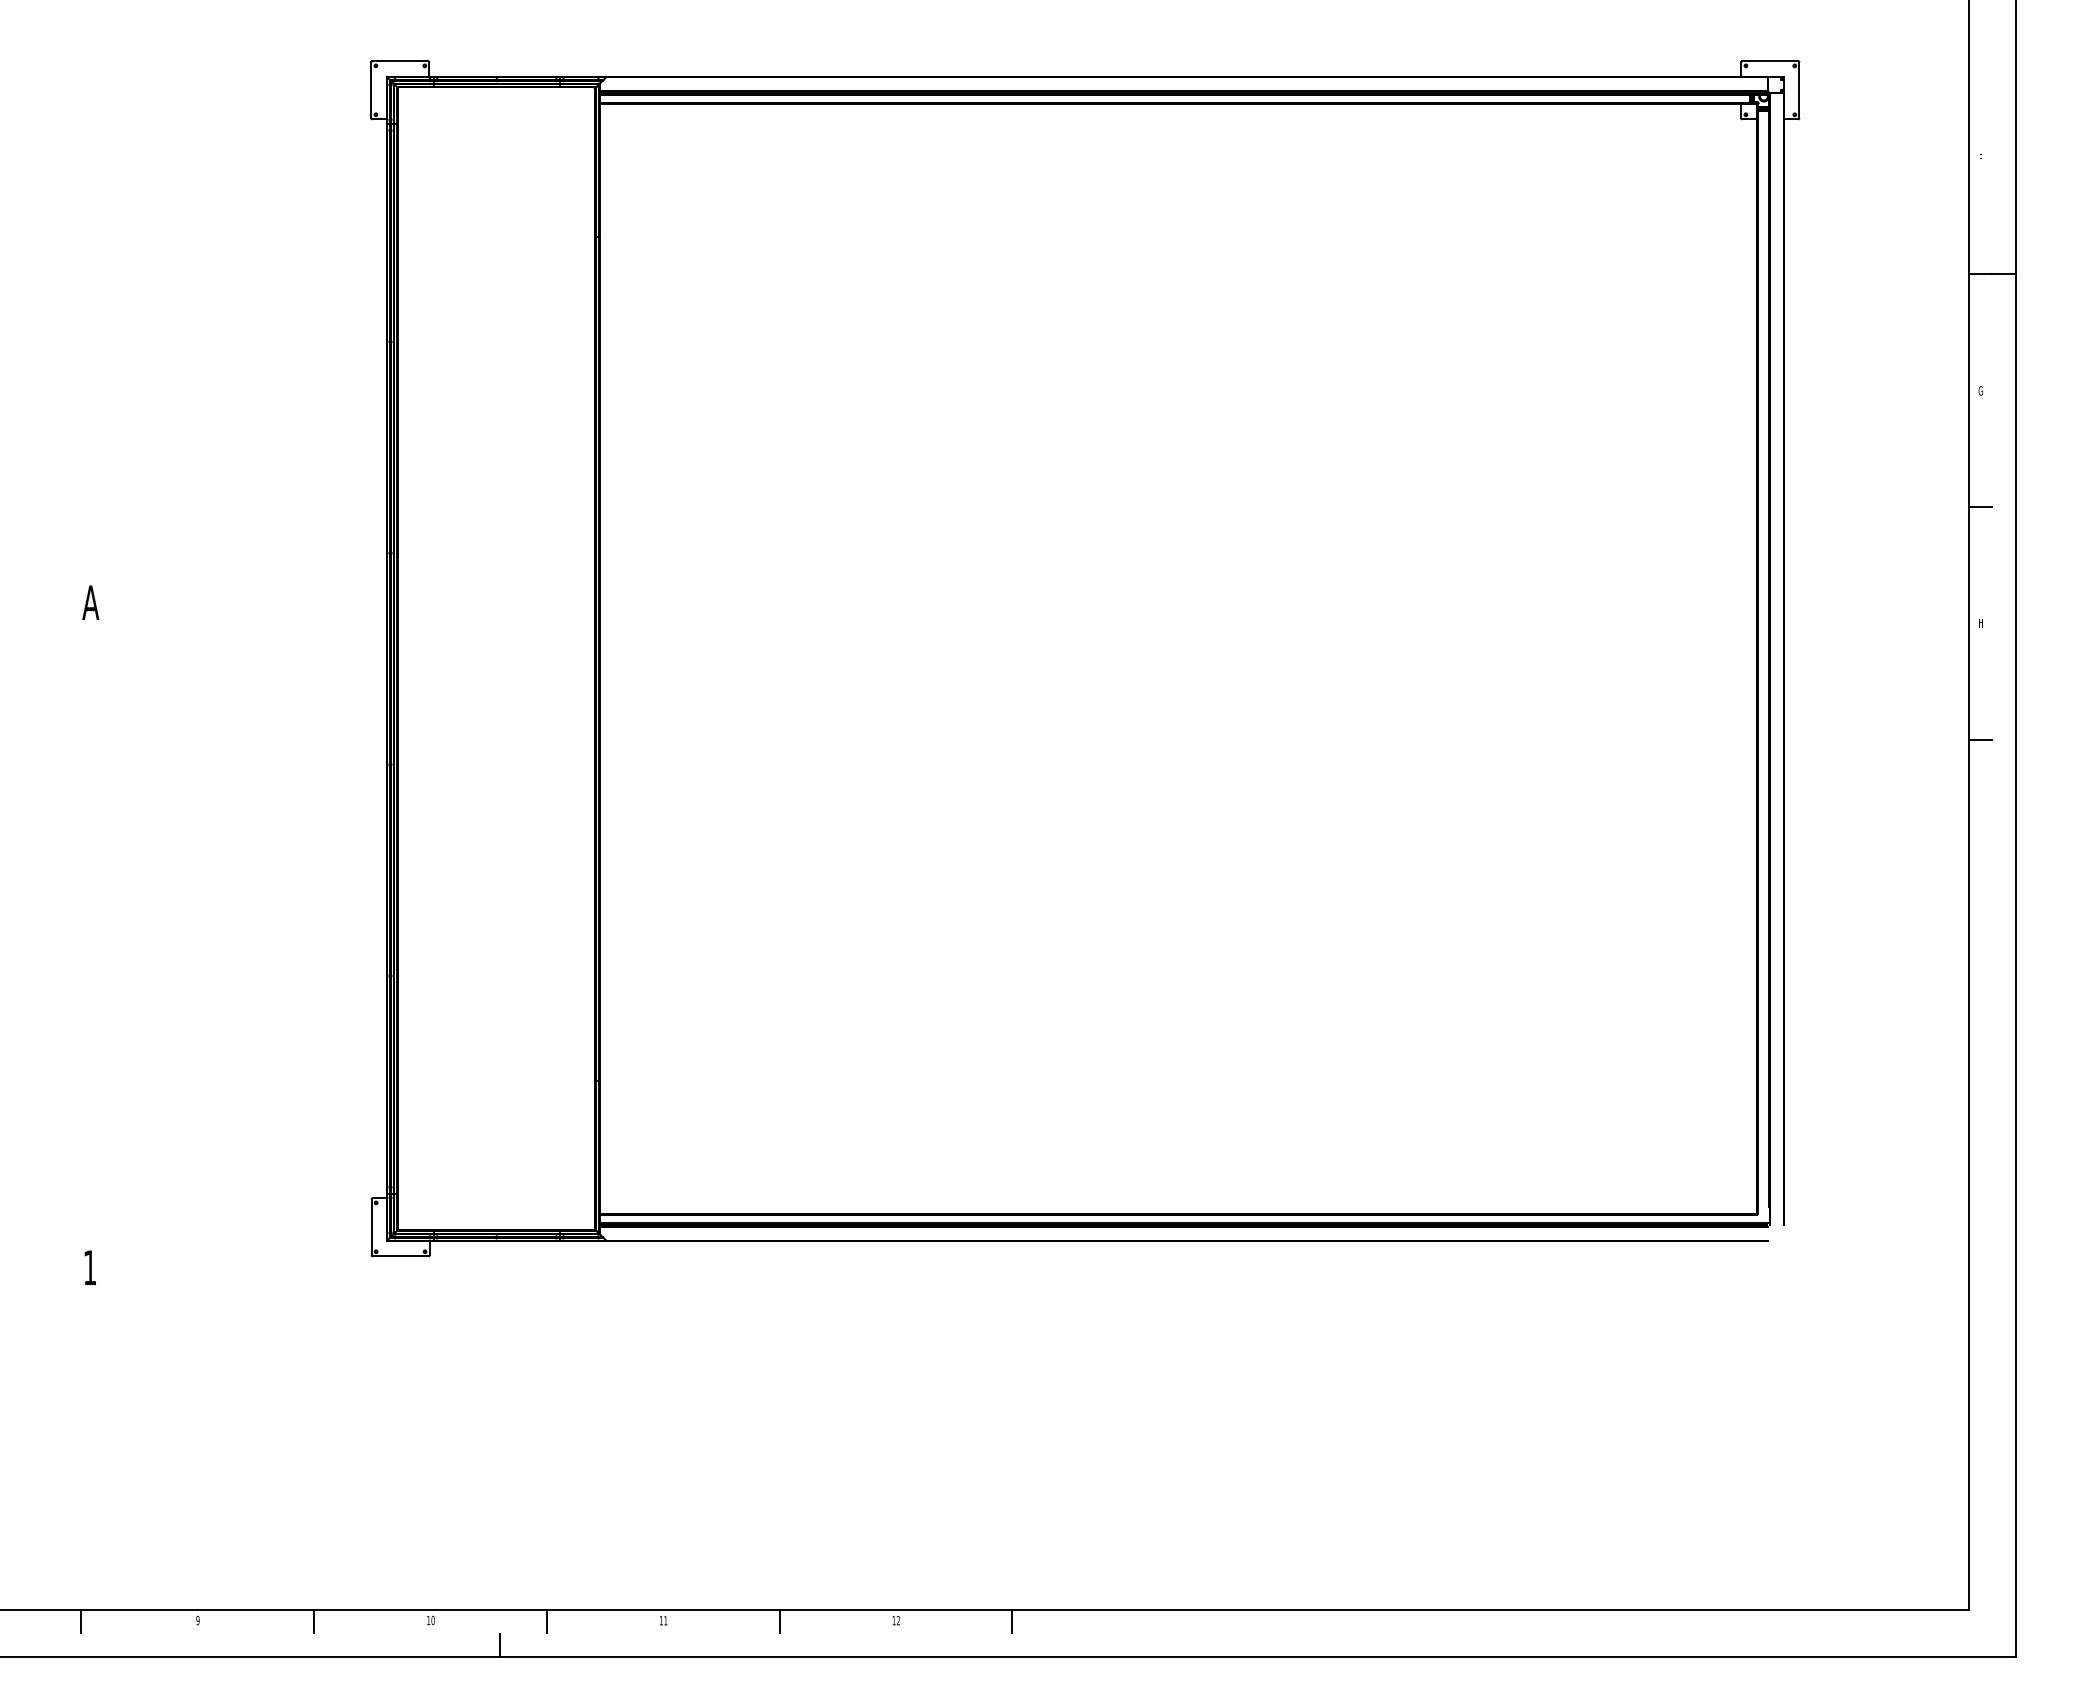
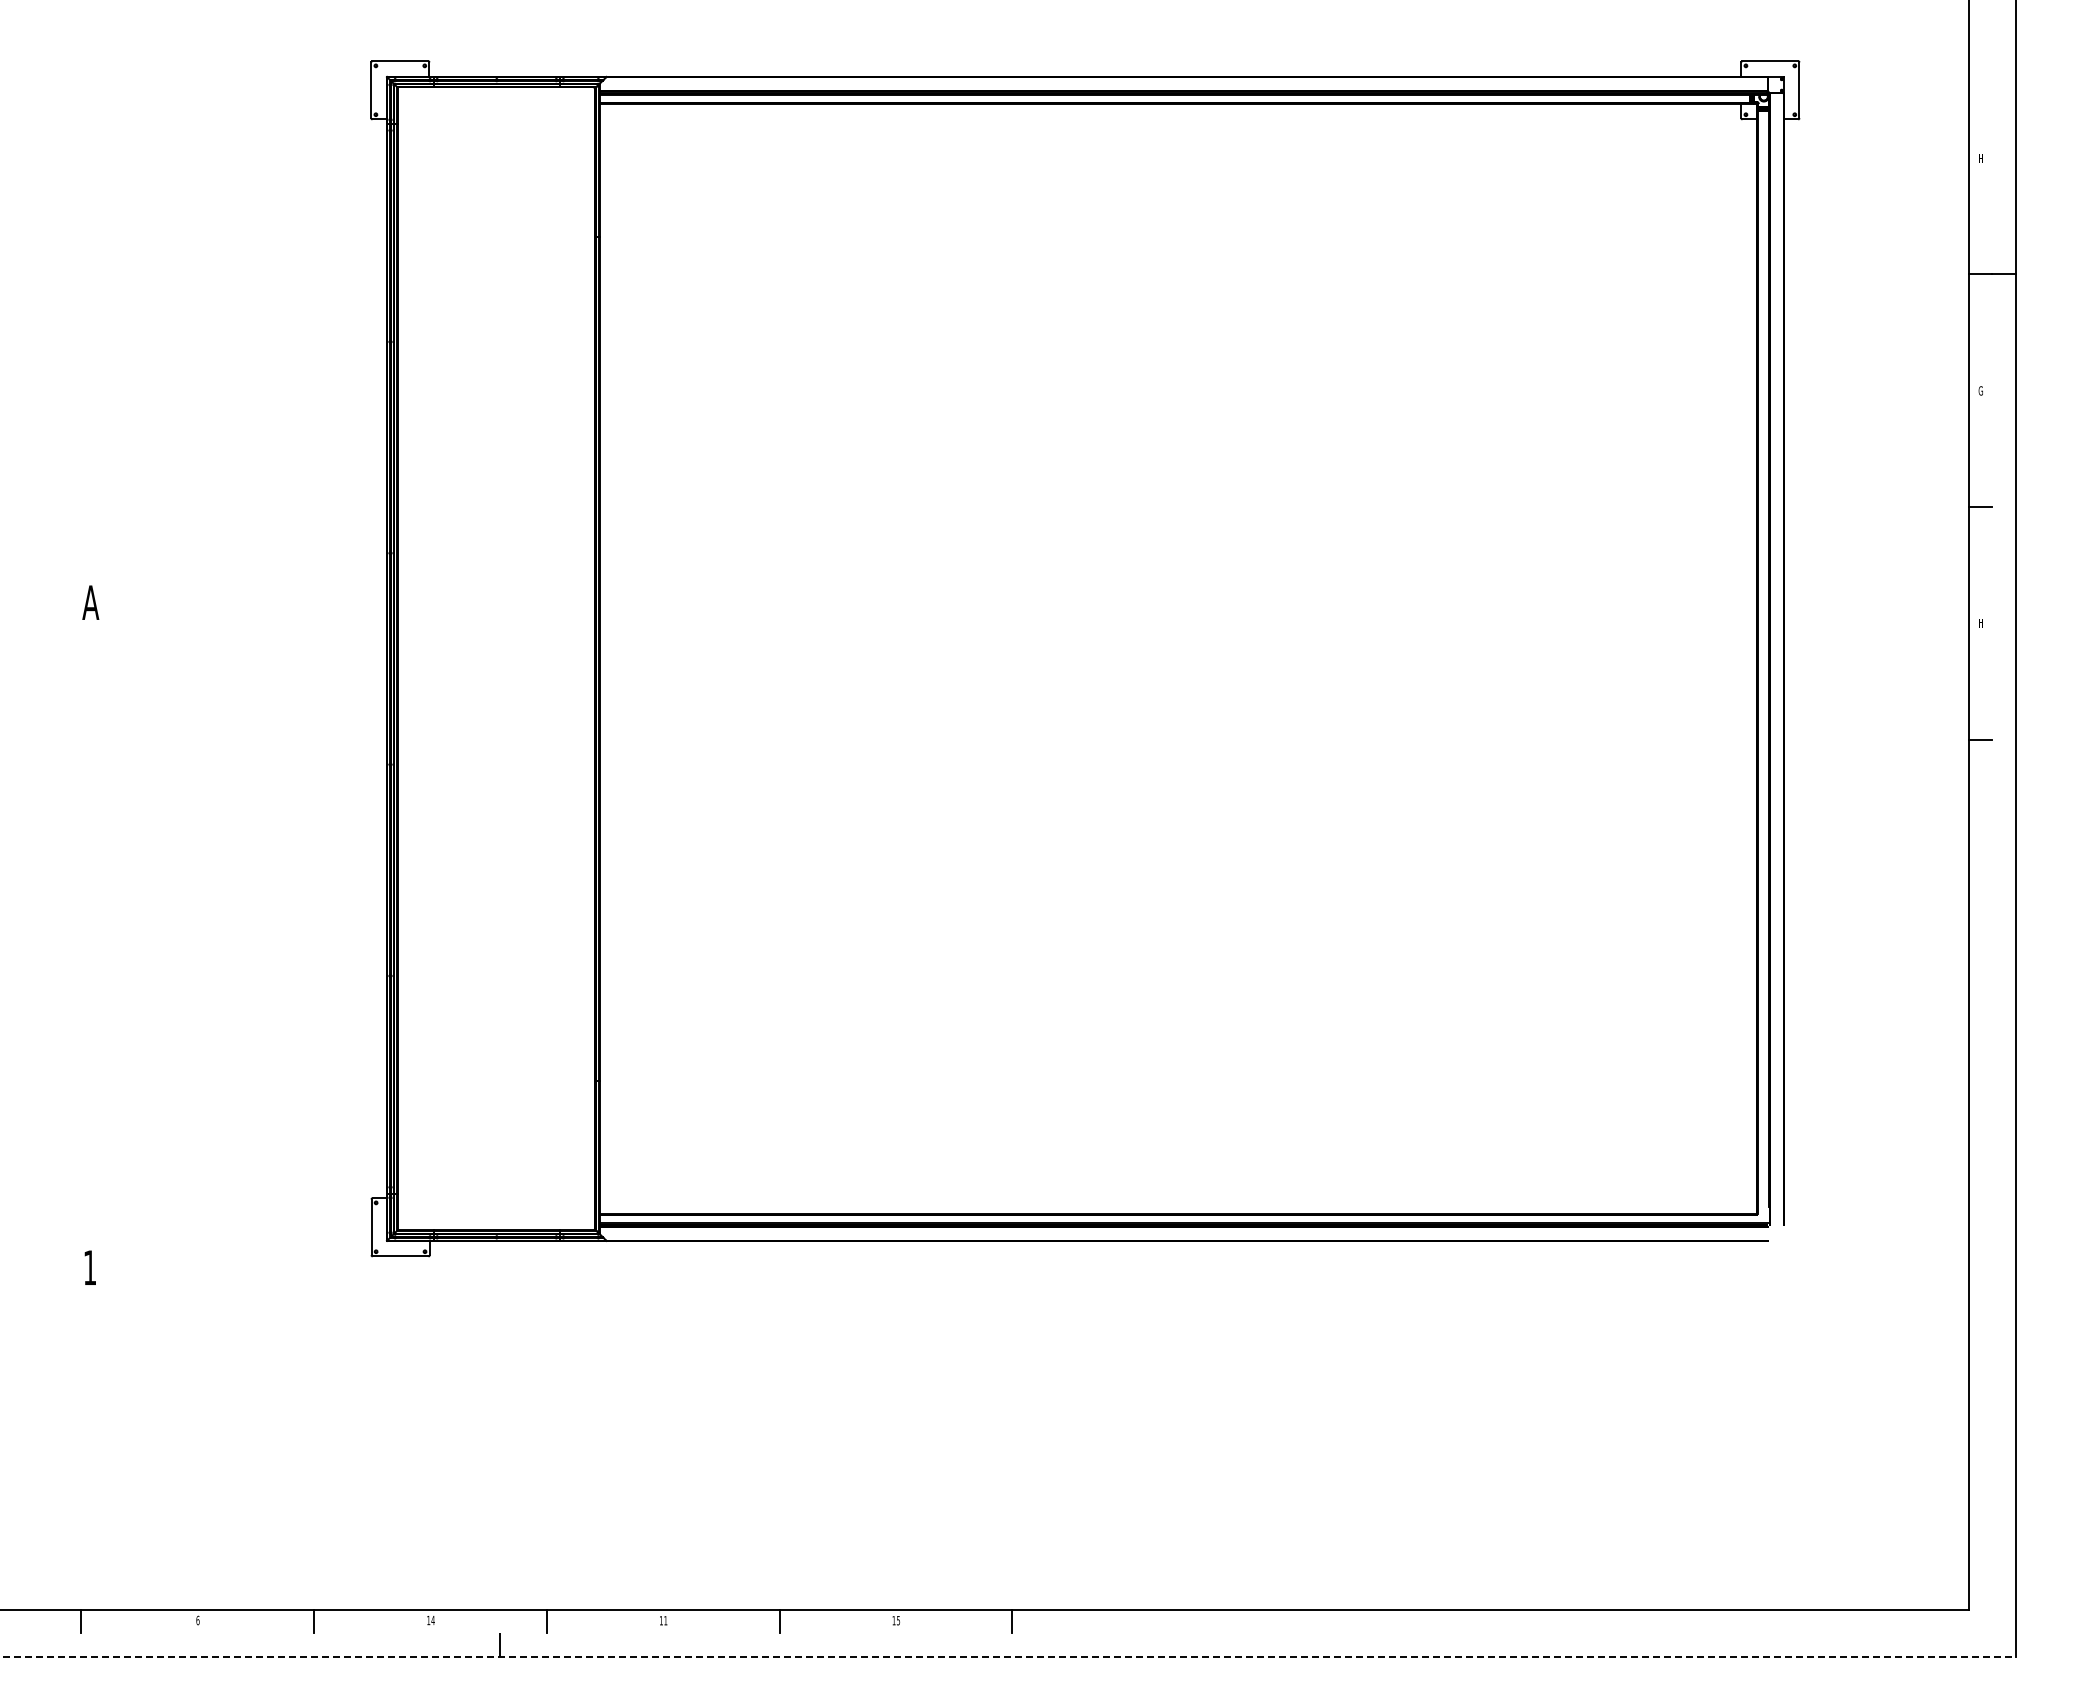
text at (1980, 158): F -> H
text at (197, 1620): 9 -> 6
text at (432, 1620): 10 -> 14
text at (898, 1620): 12 -> 15
line at (1007, 1656): solid -> dashed
